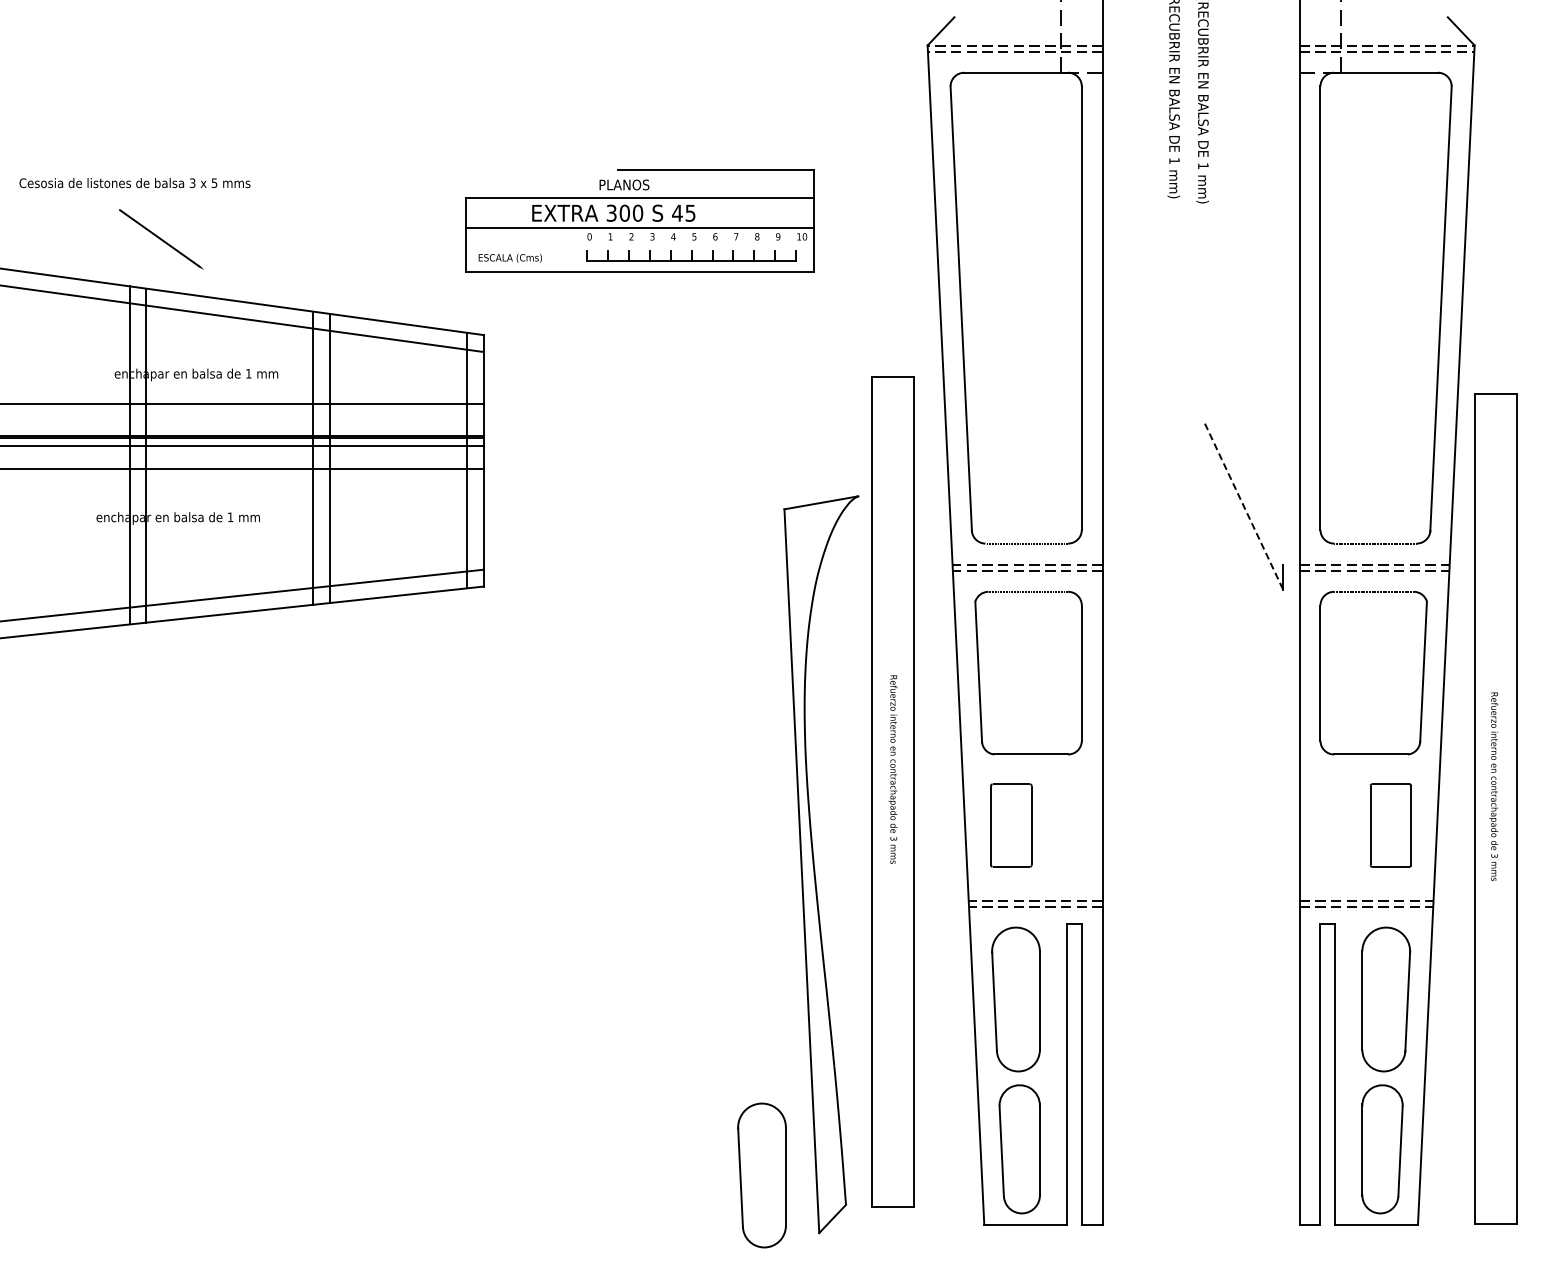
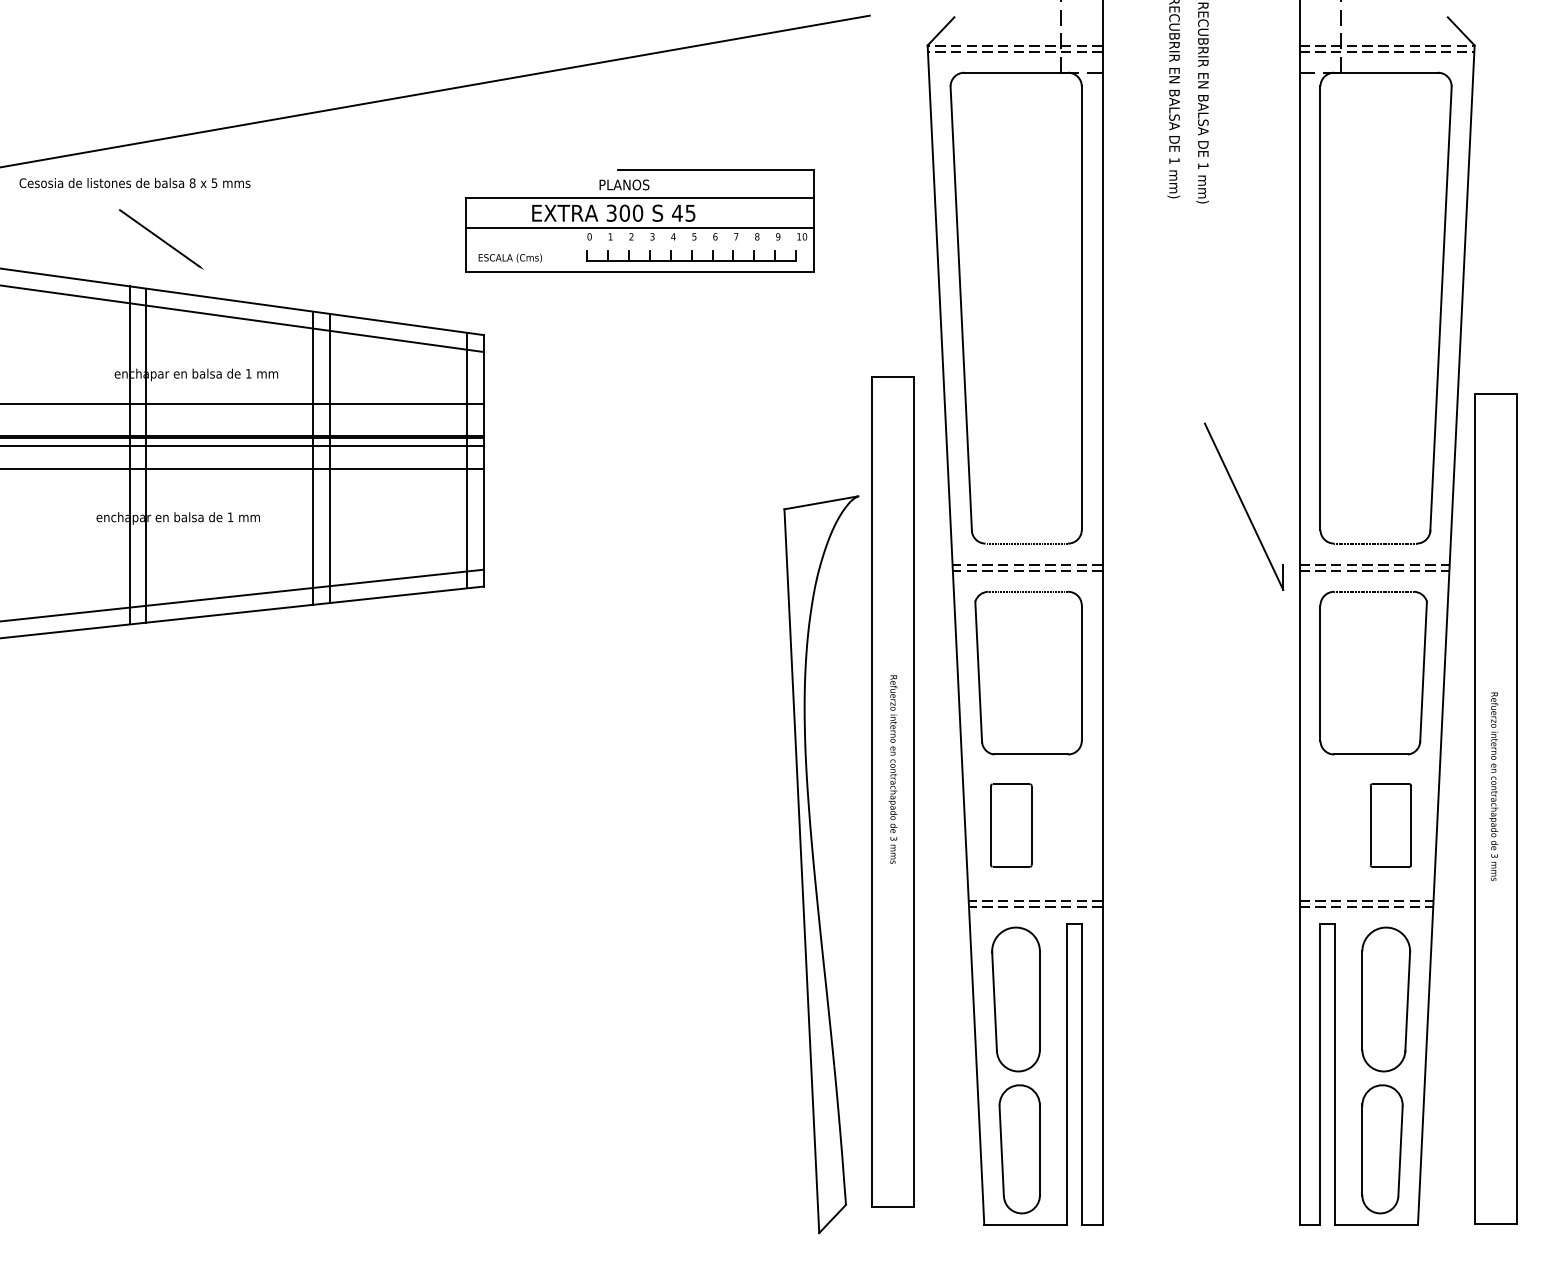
line at (435, 91): none -> present
text at (192, 183): 3 -> 8
line at (1244, 506): dashed -> solid
part at (761, 1175): present -> none
